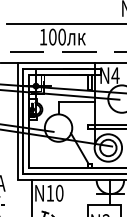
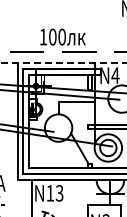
line at (64, 23): present -> none
line at (63, 63): solid -> dashed
text at (59, 193): N10 -> N13
